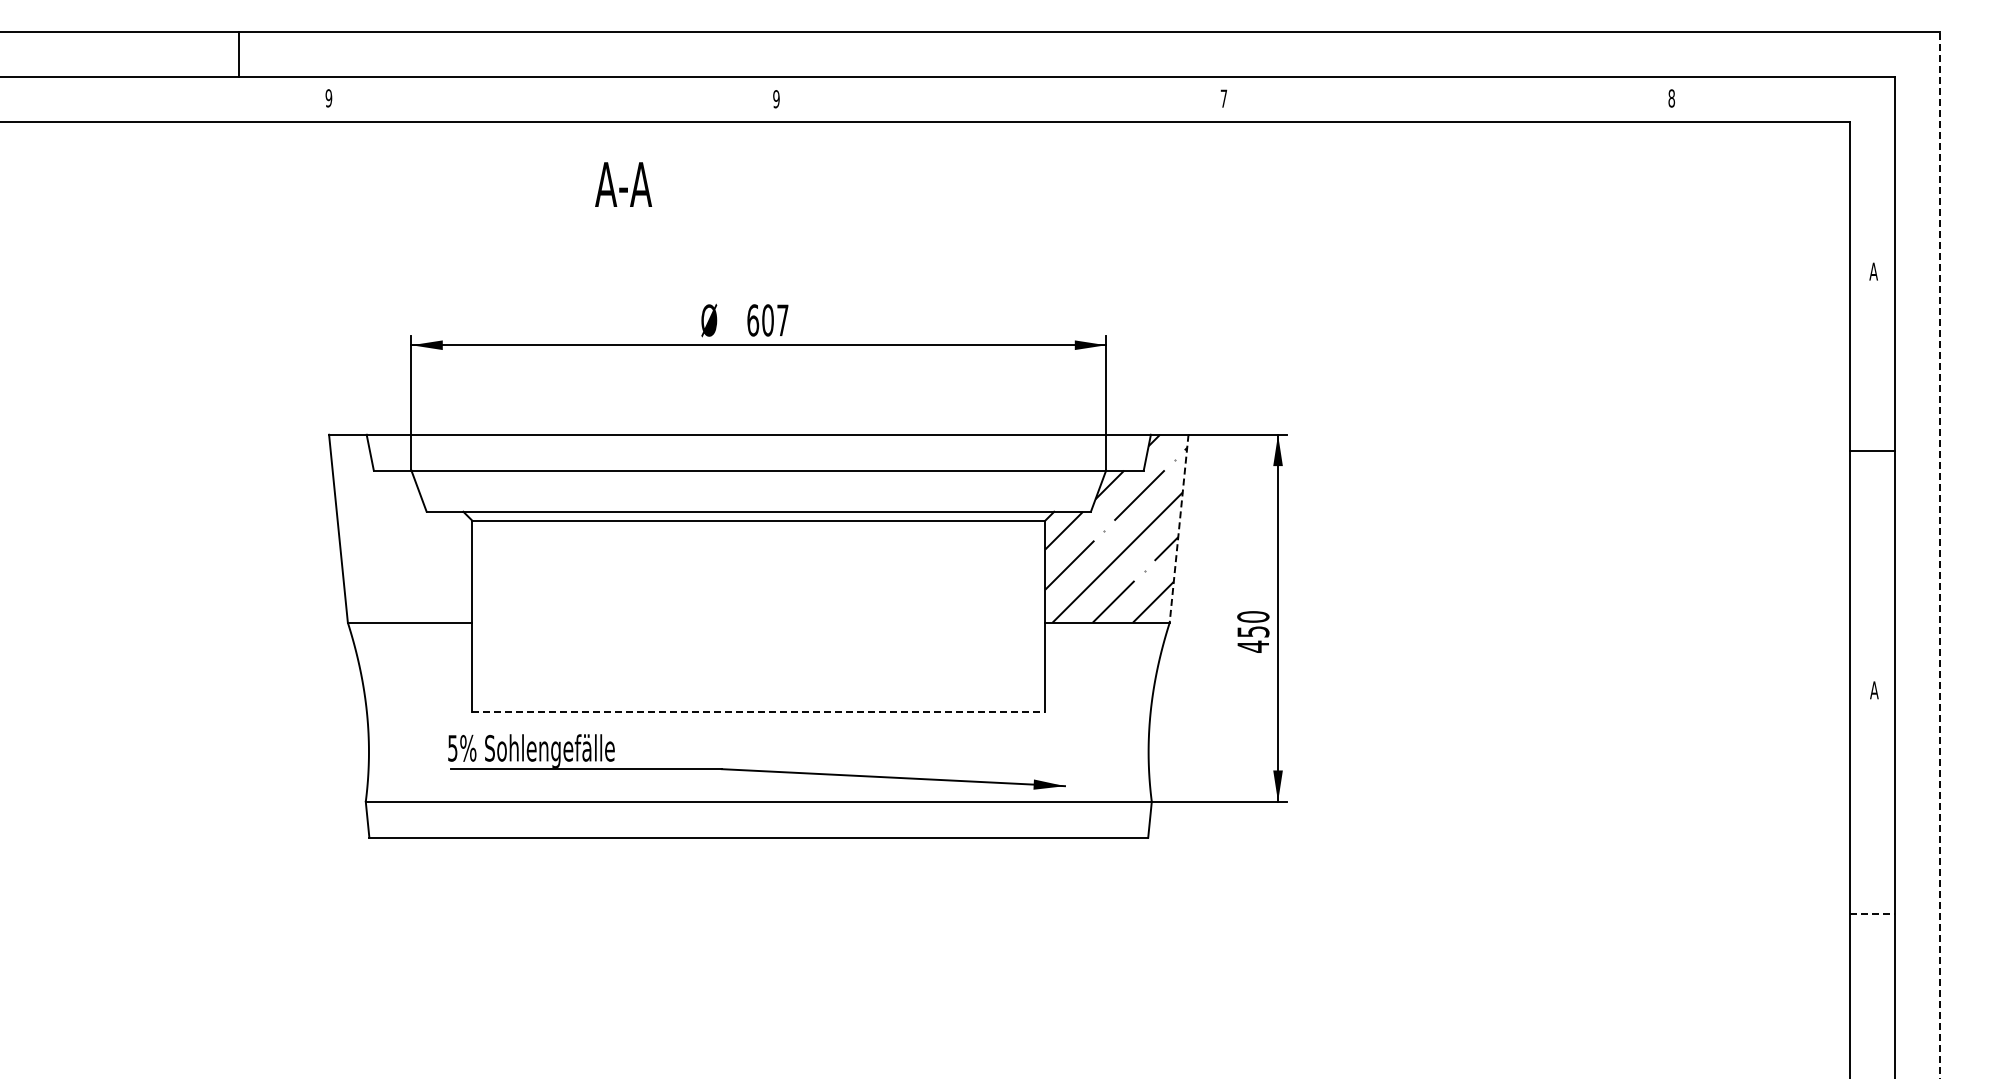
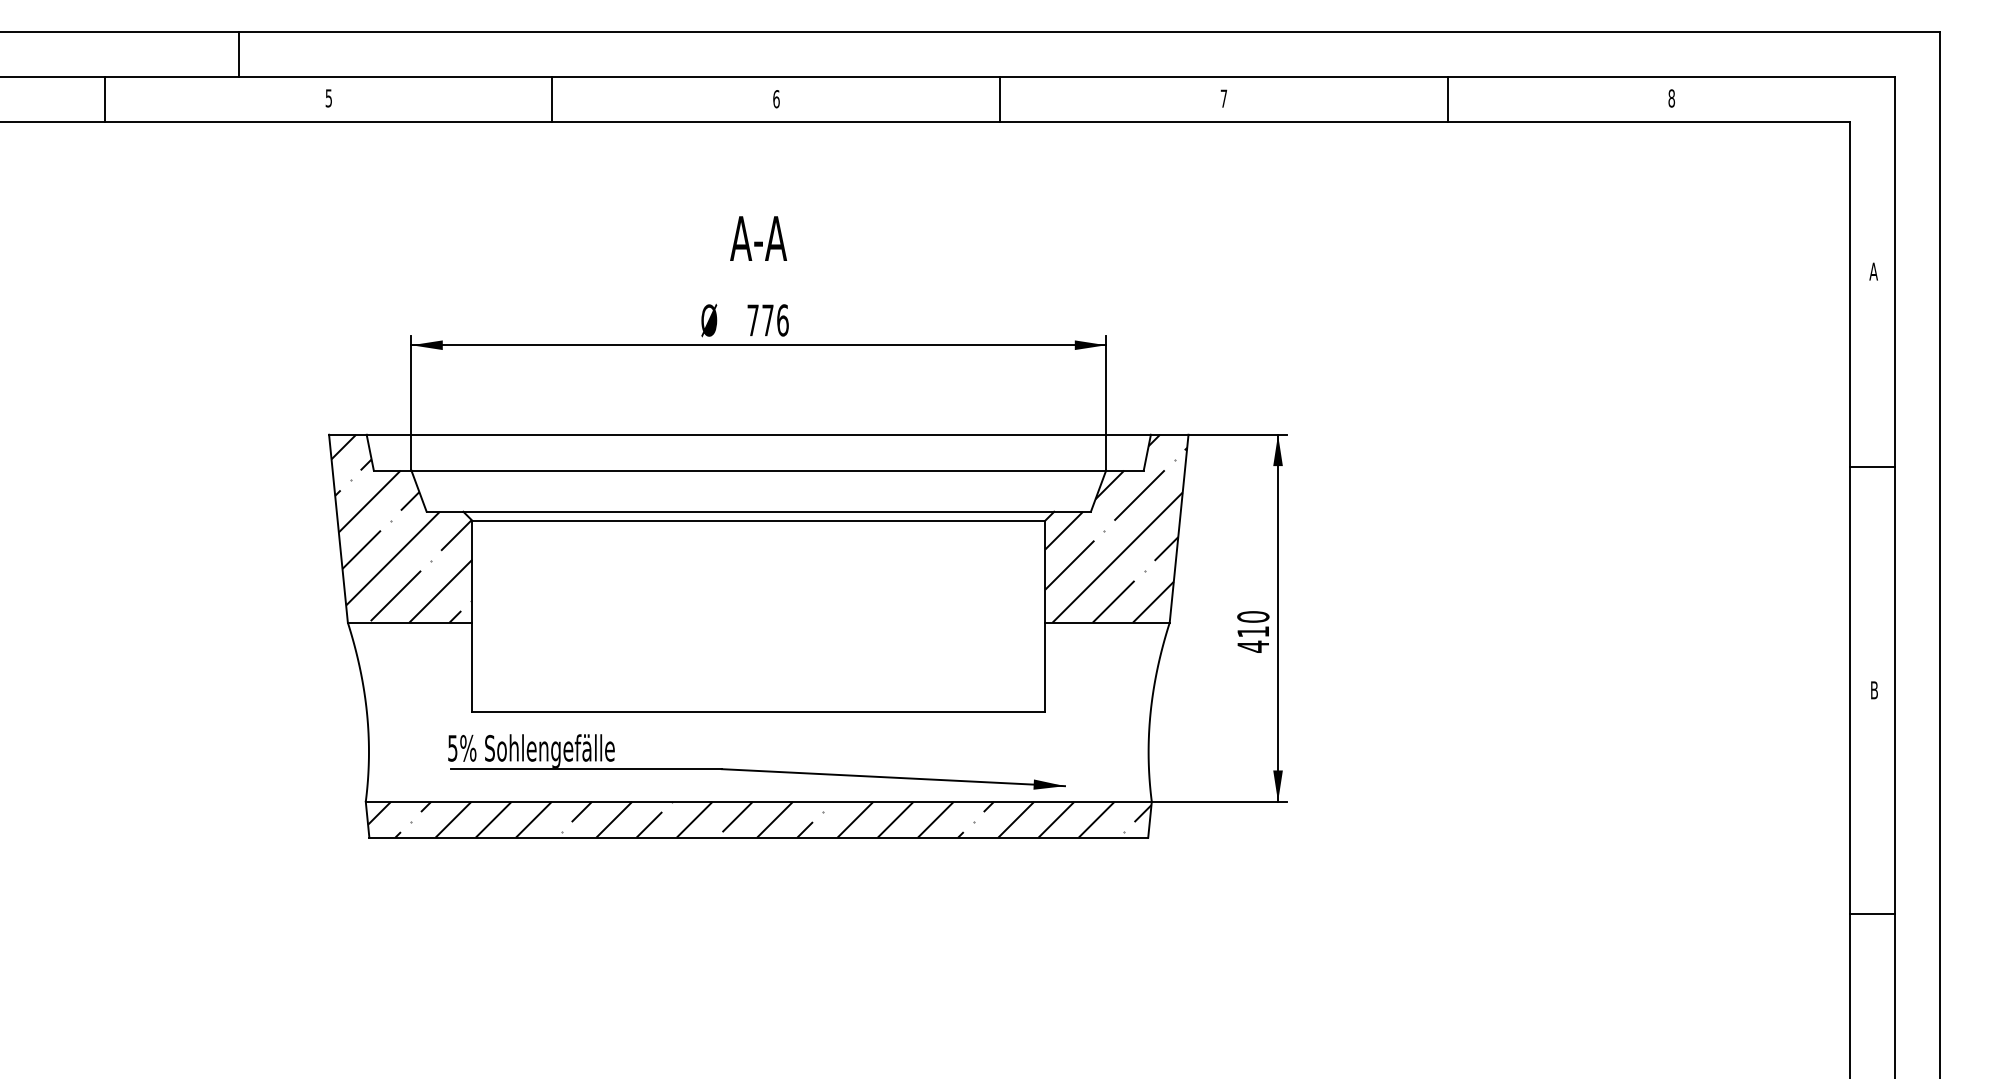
text at (328, 98): 9 -> 5
line at (104, 99): none -> present
line at (552, 99): none -> present
text at (776, 99): 9 -> 6
line at (1000, 99): none -> present
line at (1447, 99): none -> present
text at (623, 184) position: (623, 184) -> (758, 238)
text at (767, 320): 607 -> 776
line at (1872, 450) position: (1872, 450) -> (1872, 466)
hatch at (401, 528): none -> present
line at (1179, 529): dashed -> solid
line at (1940, 555): dashed -> solid
text at (1253, 631): 450 -> 410
text at (1874, 690): A -> B
line at (759, 712): dashed -> solid
hatch at (759, 819): none -> present
line at (1873, 914): dashed -> solid
